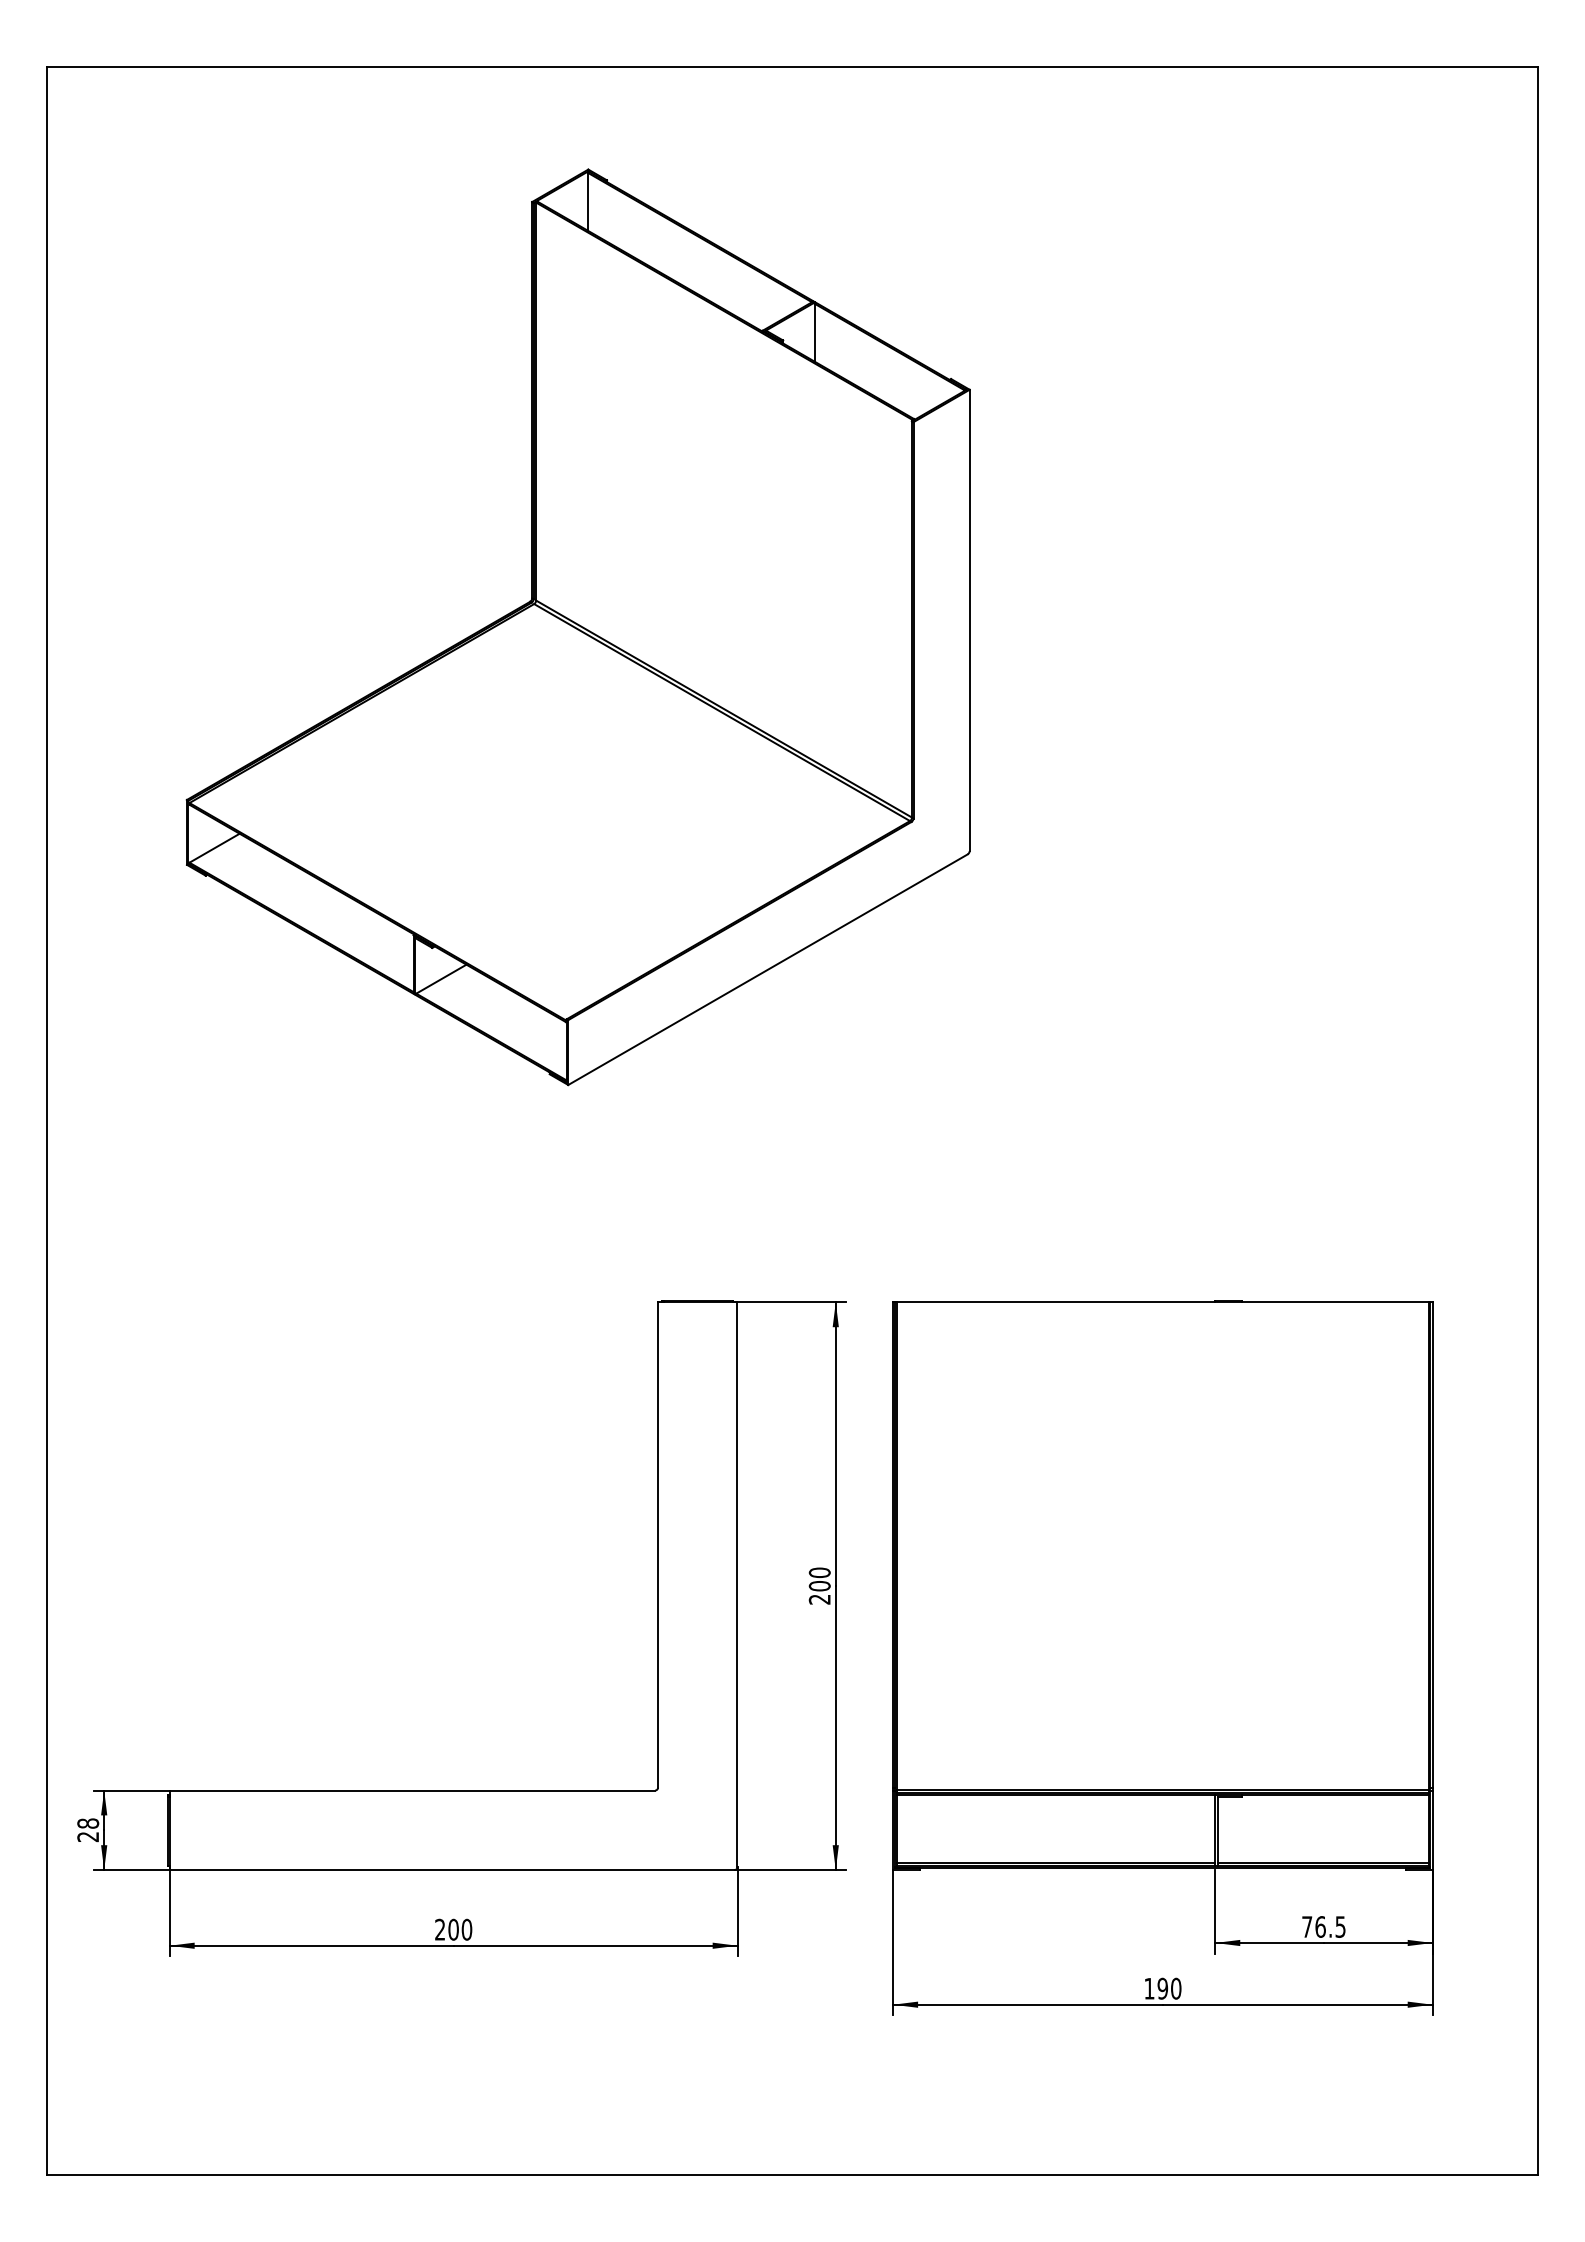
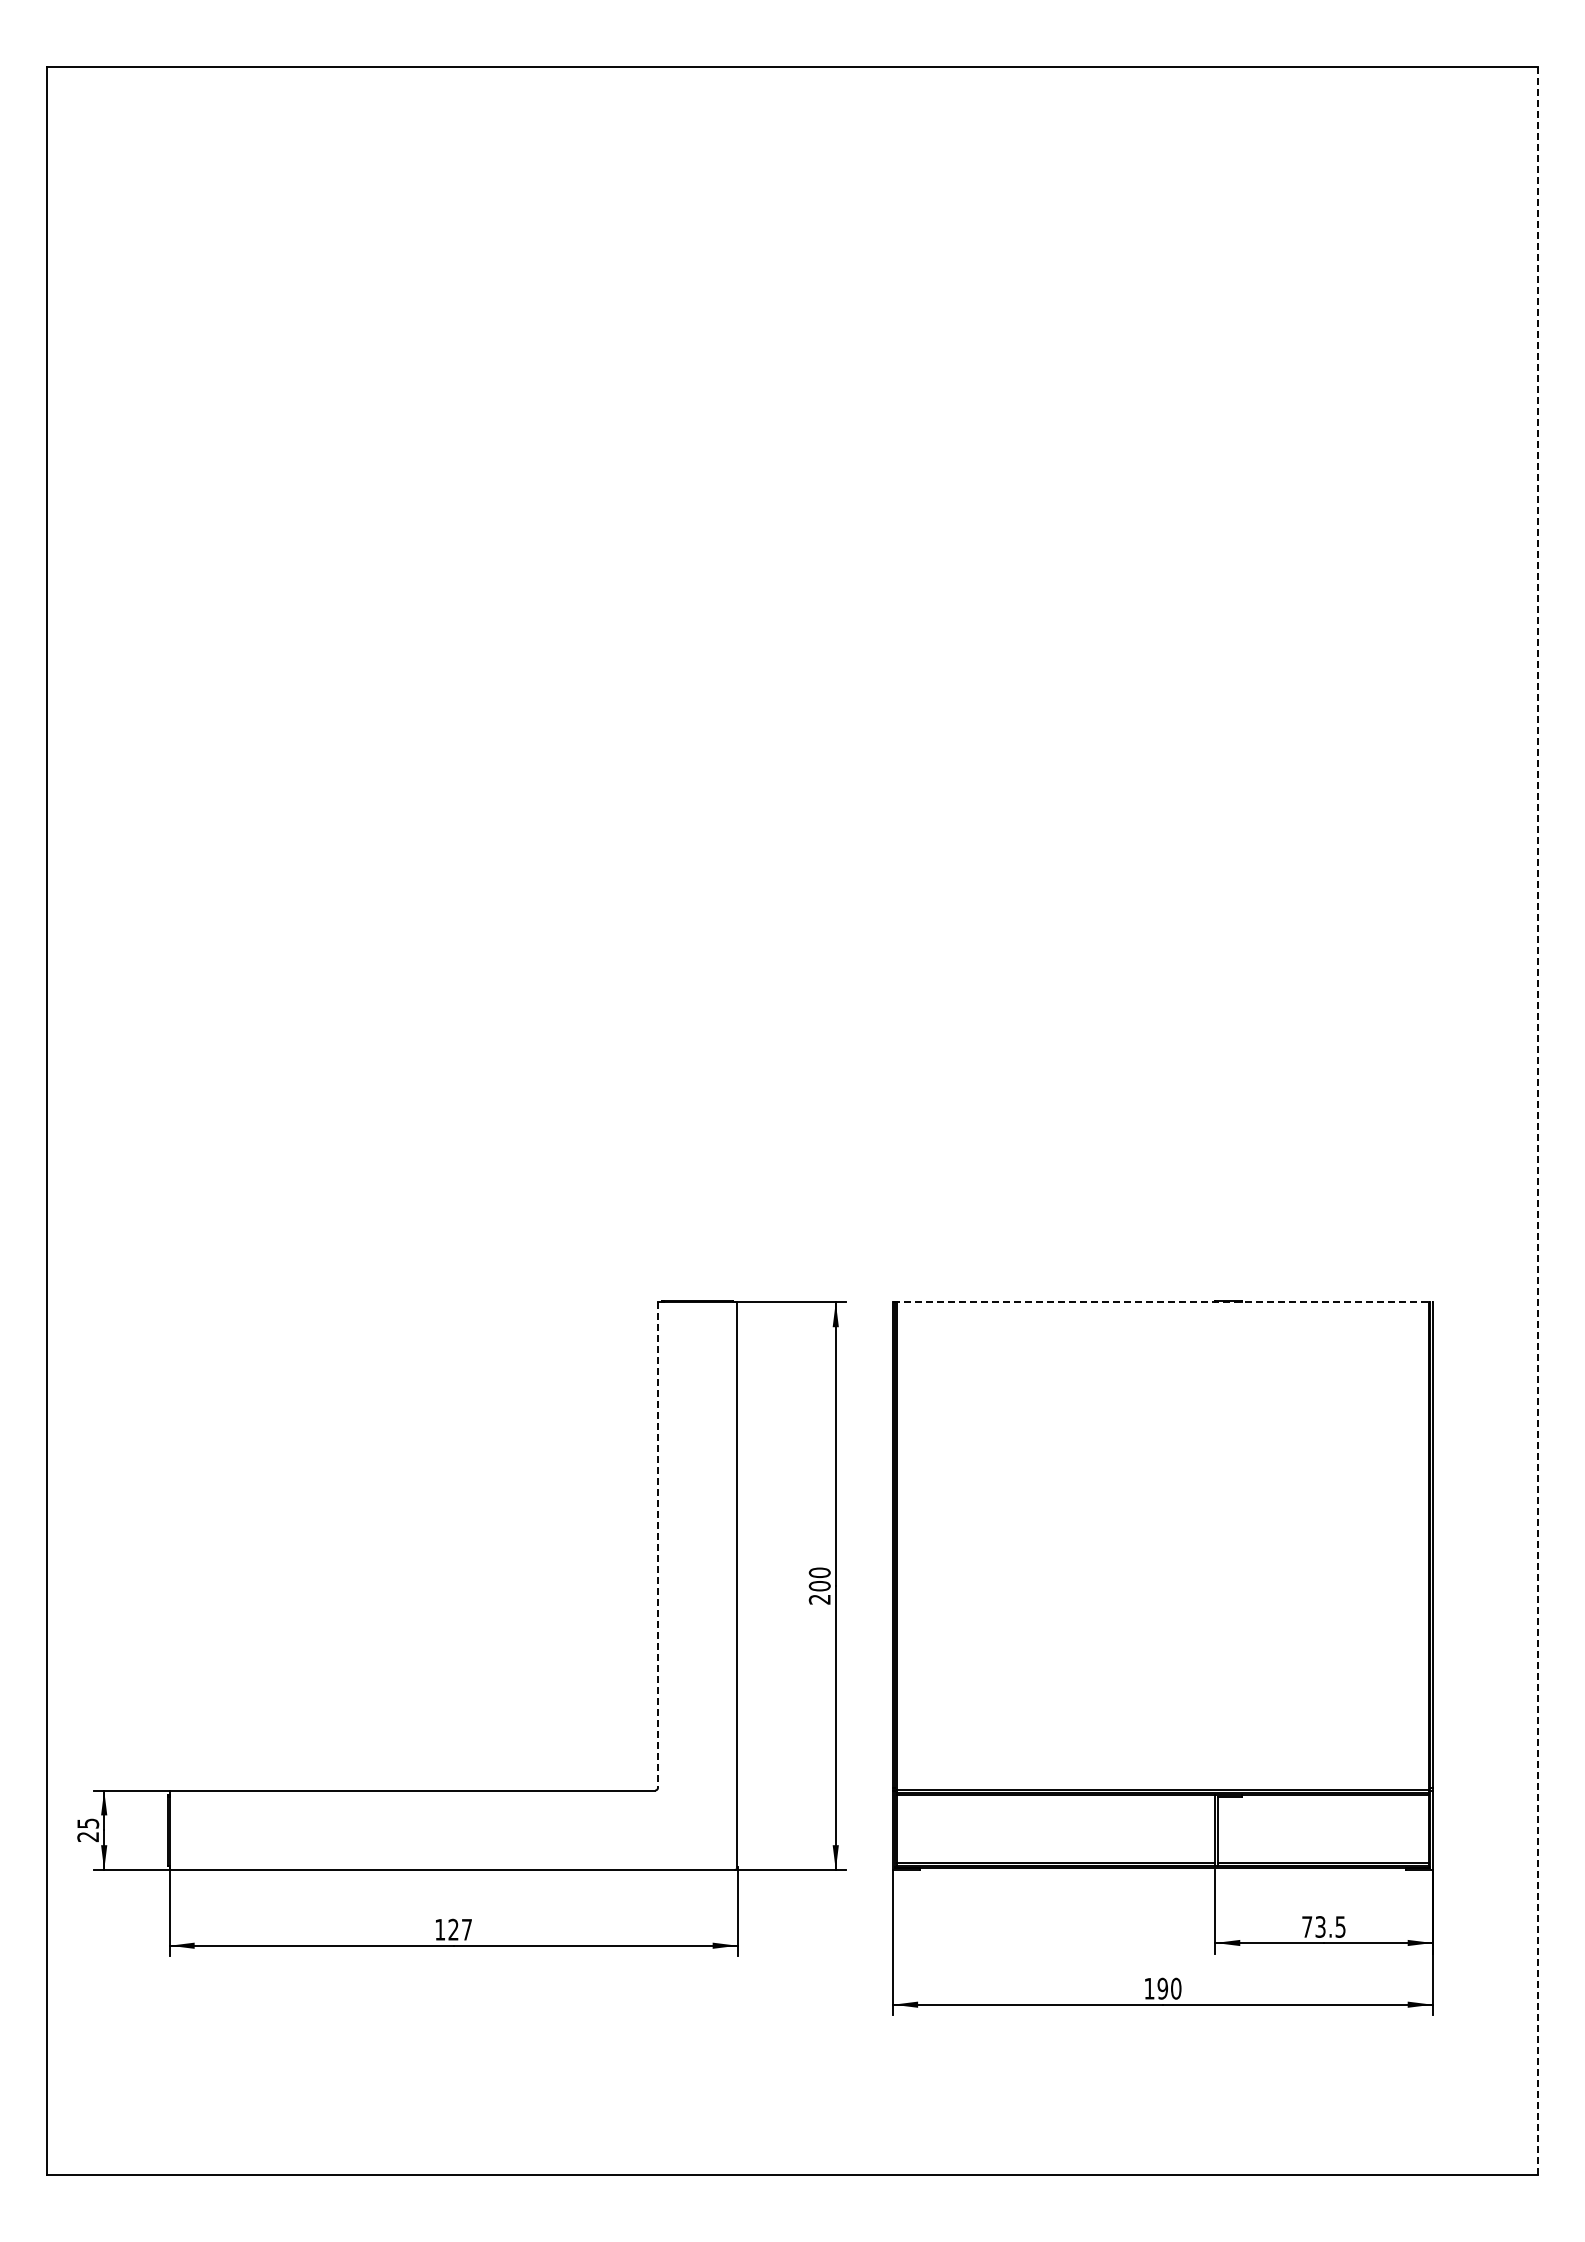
part at (577, 627): present -> none
line at (1537, 1121): solid -> dashed
line at (1162, 1302): solid -> dashed
line at (658, 1545): solid -> dashed
text at (88, 1823): 28 -> 25
text at (1320, 1926): 76.5 -> 73.5
text at (453, 1929): 200 -> 127
